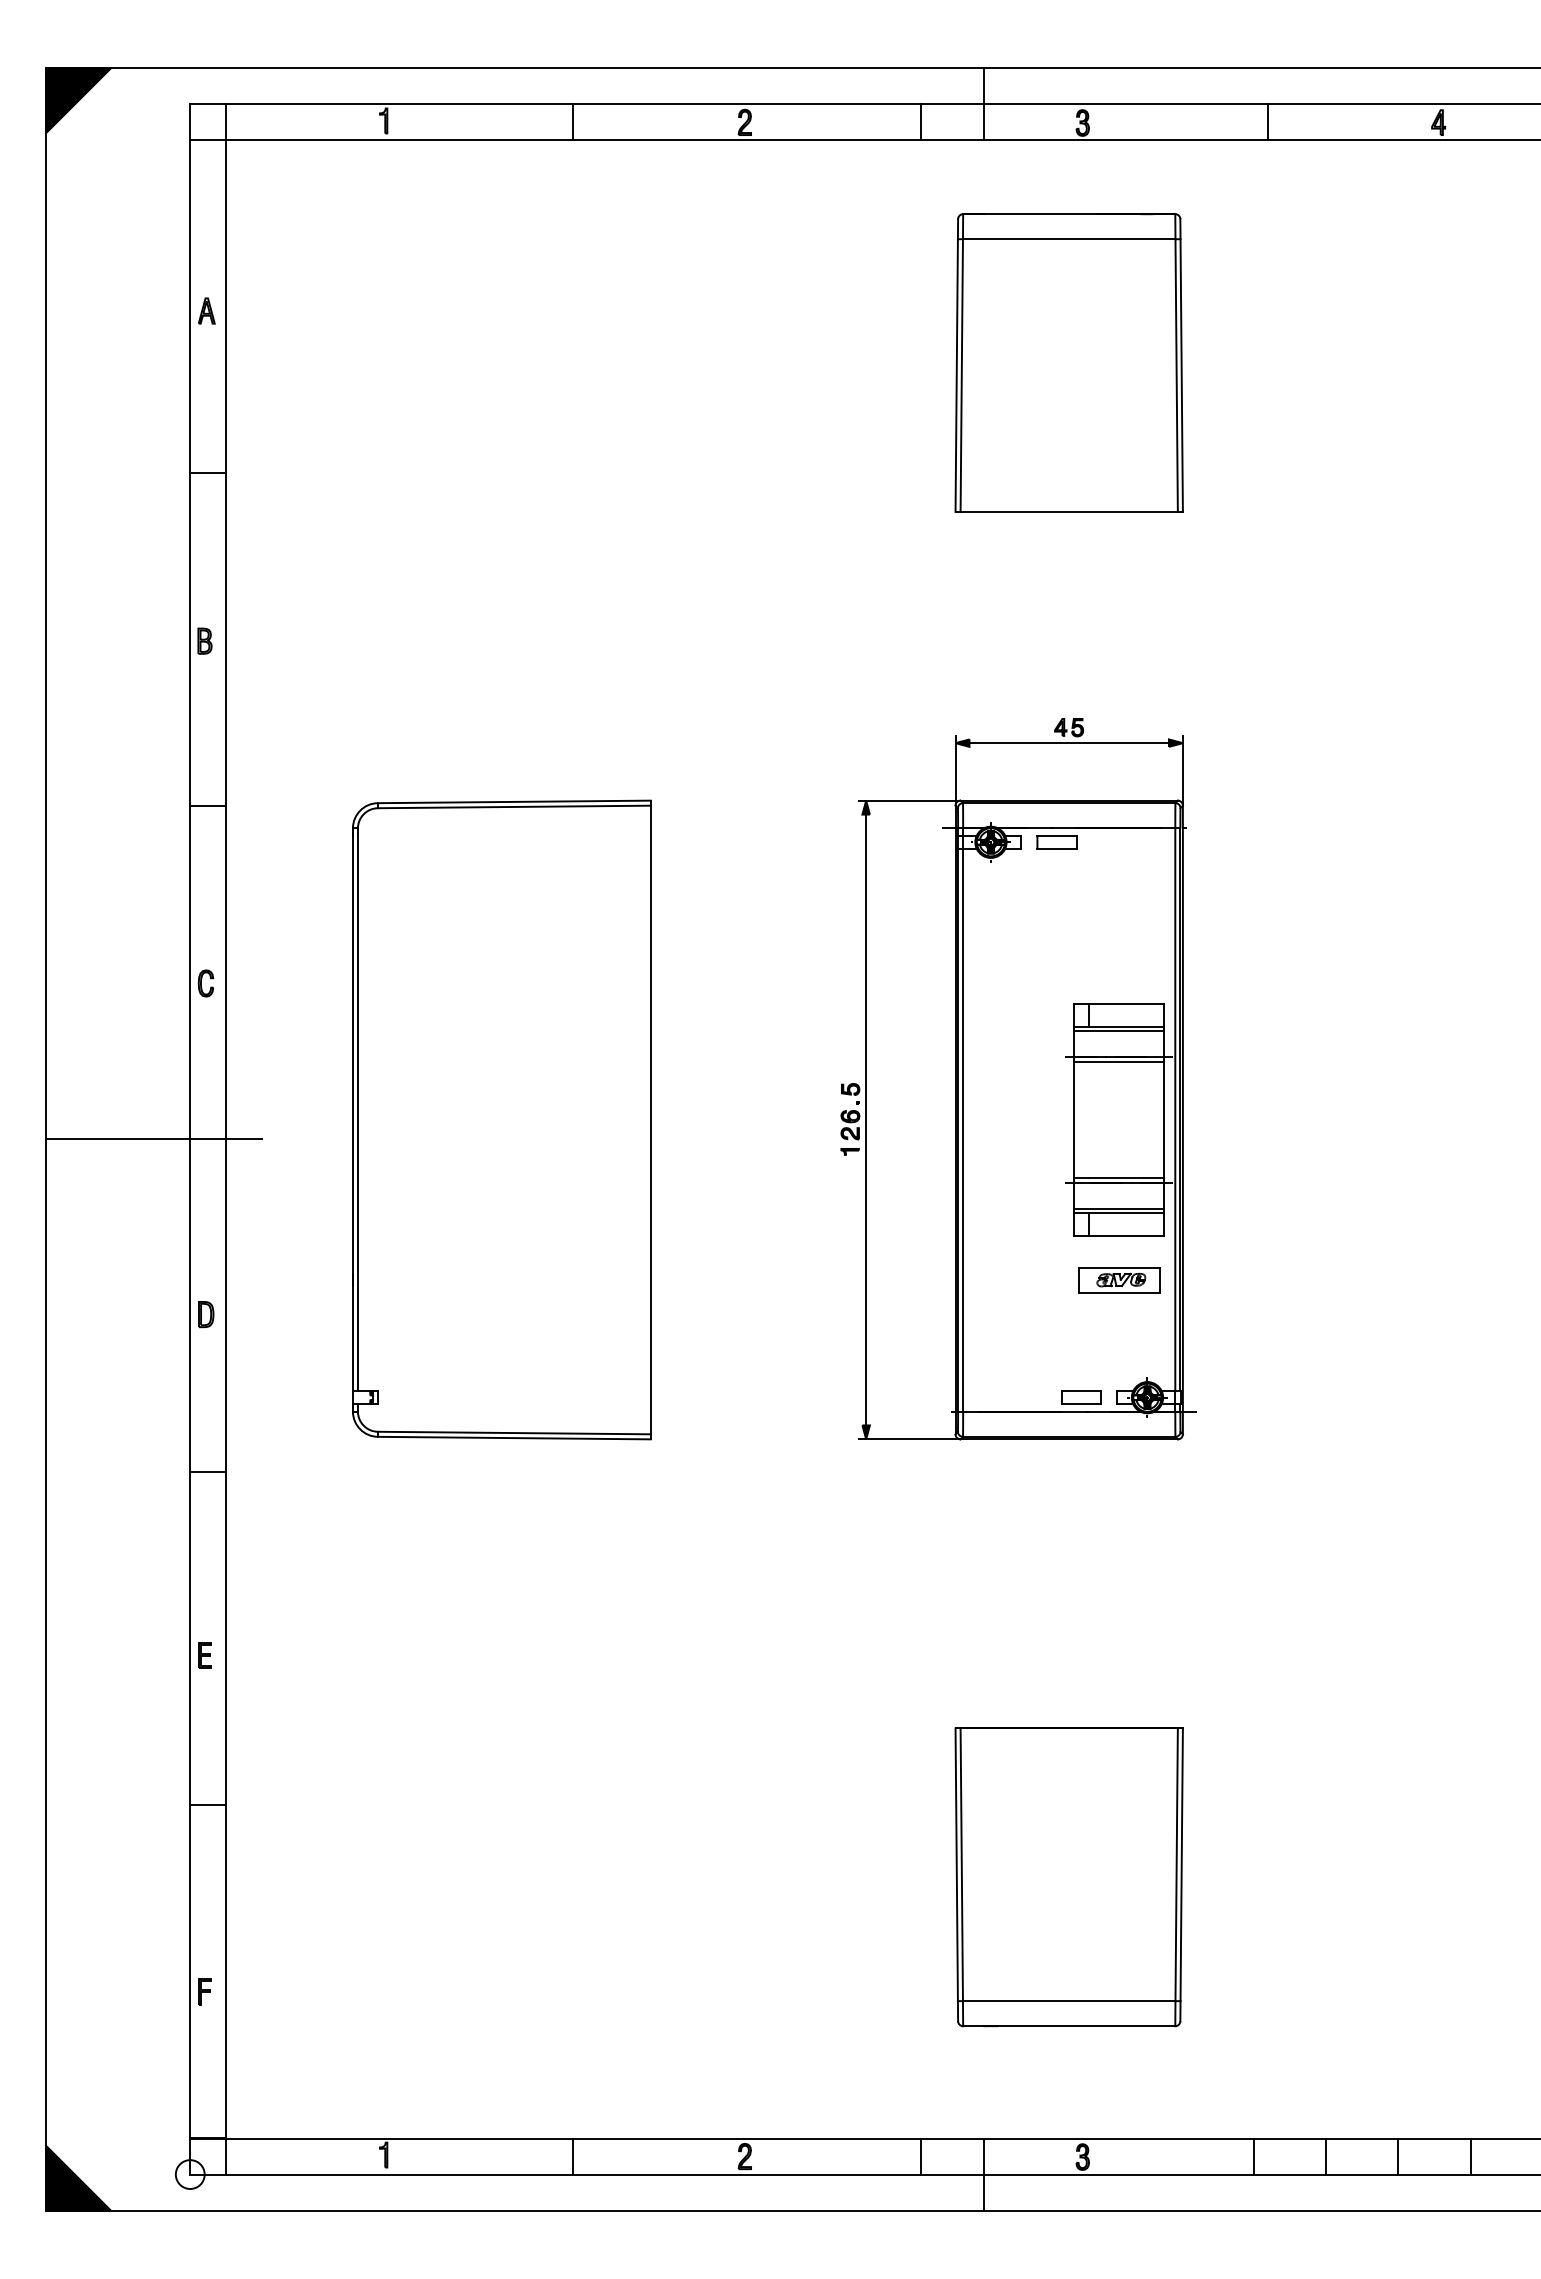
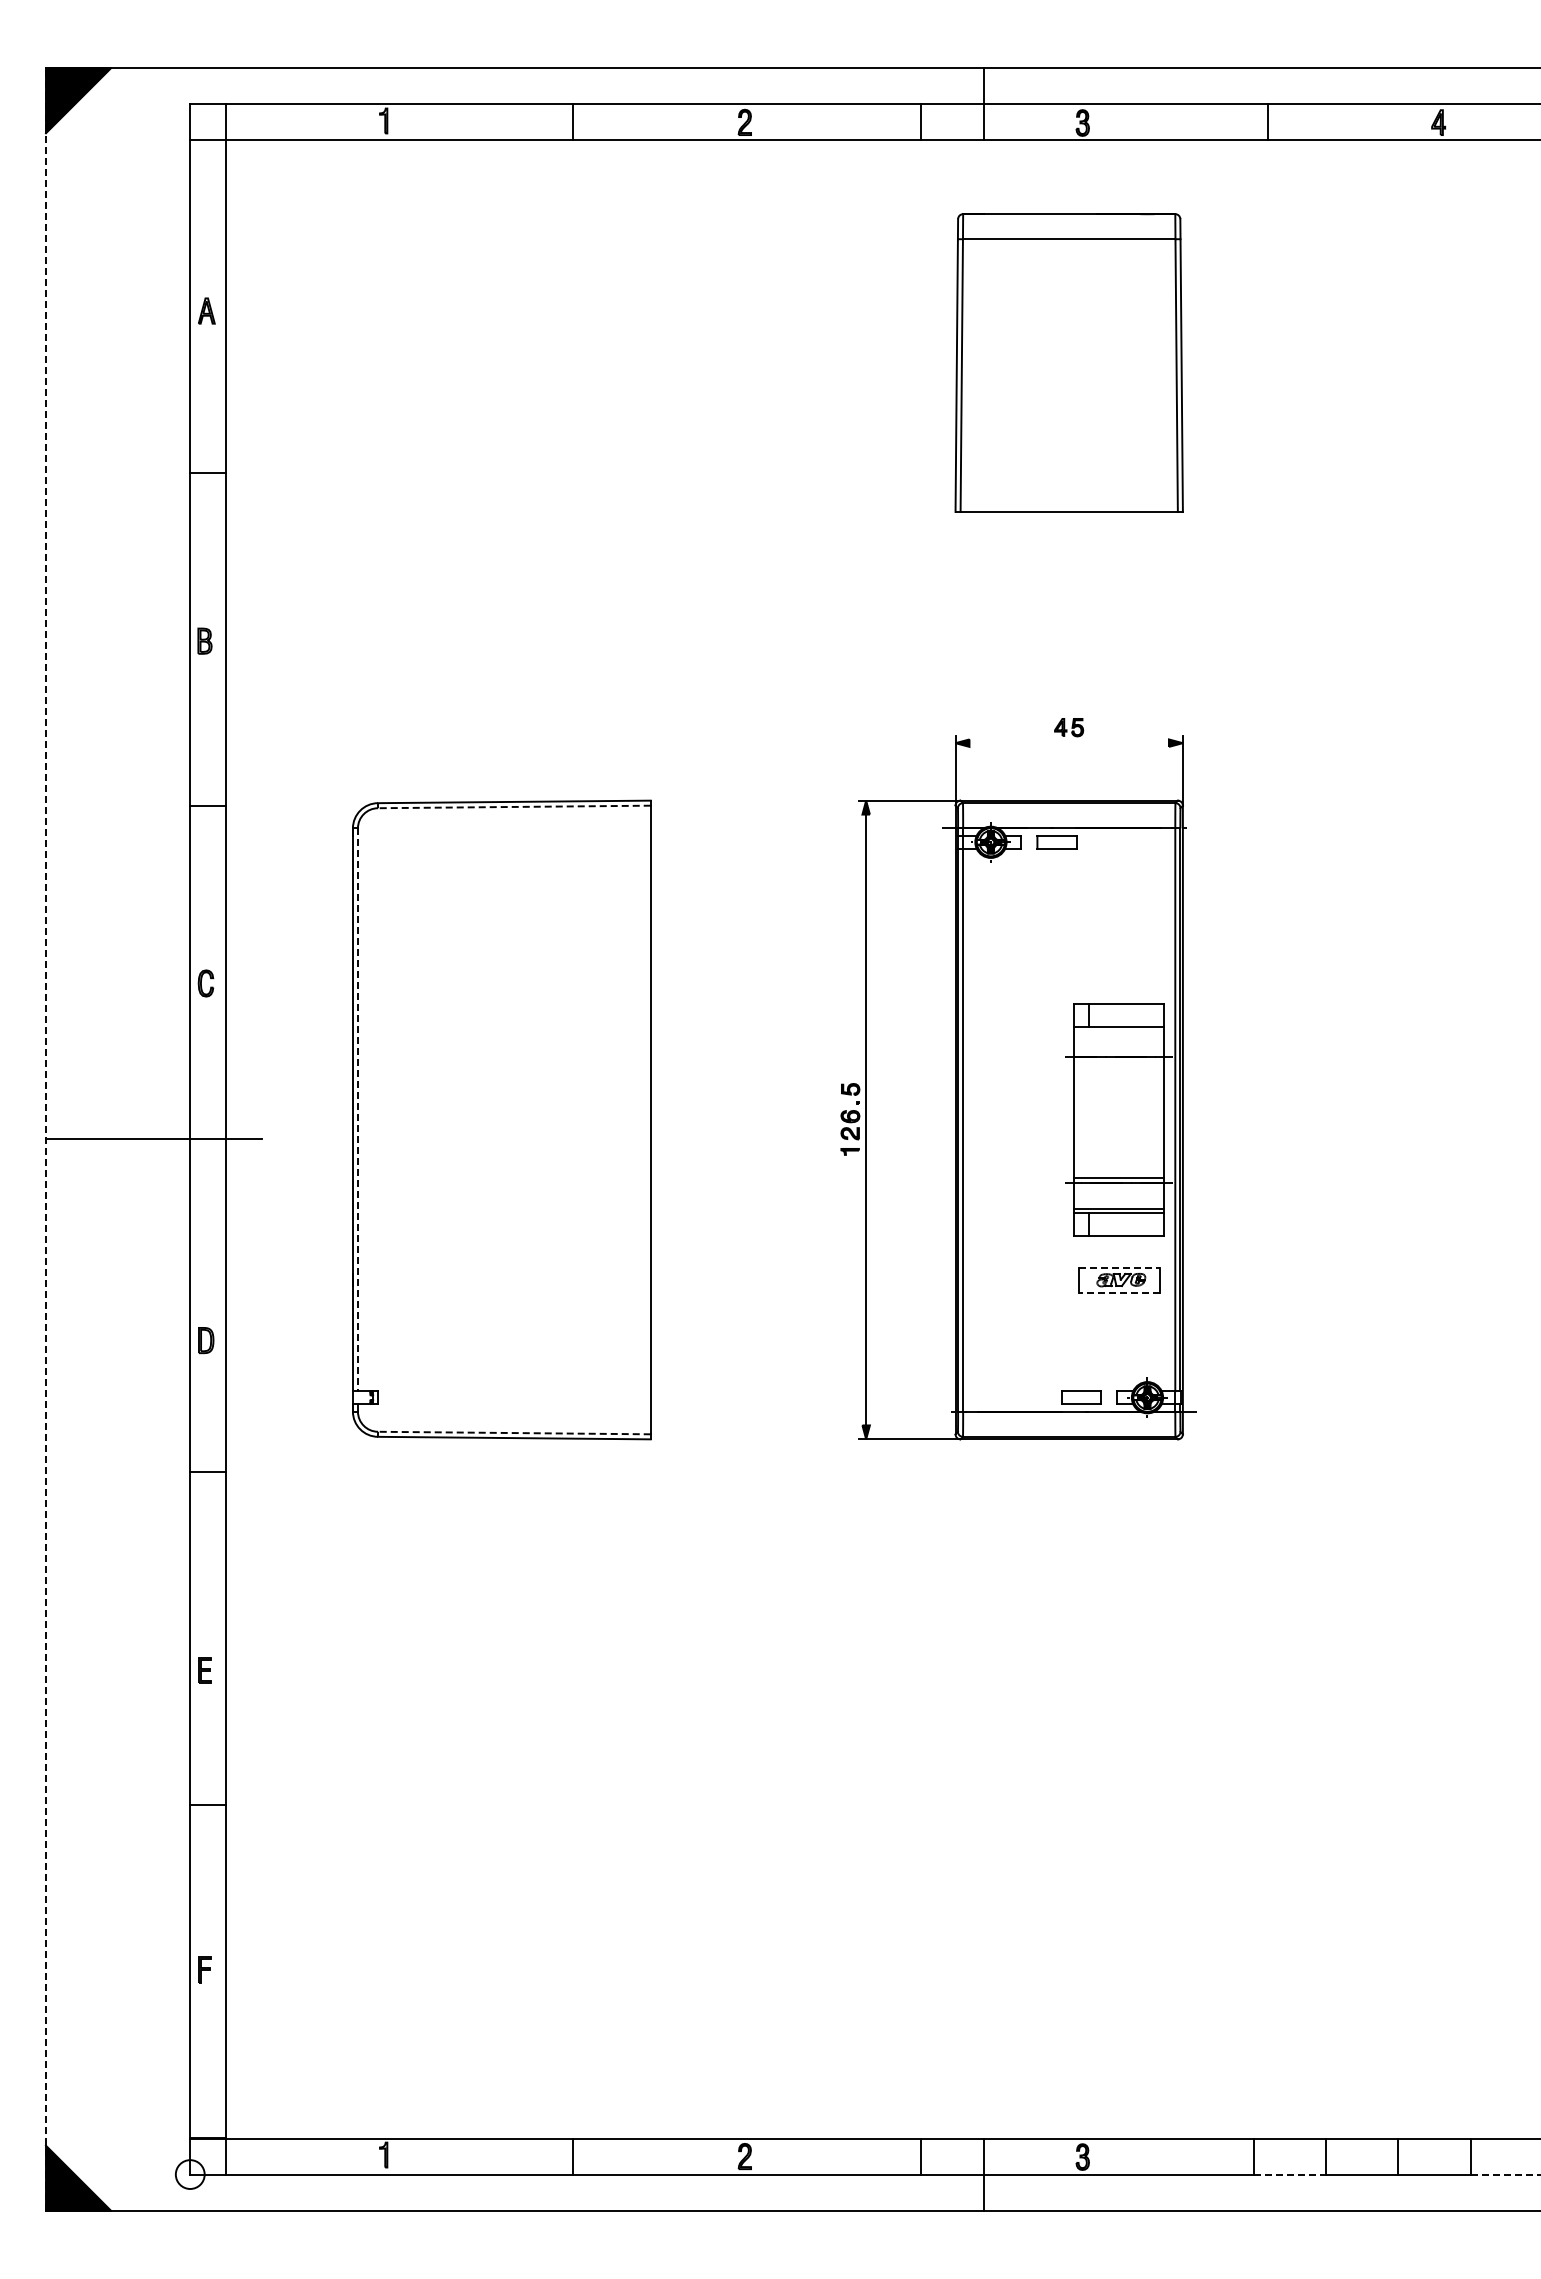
line at (1068, 743): present -> none
line at (513, 806): solid -> dashed
line at (1118, 1031): present -> none
line at (1118, 1061): present -> none
line at (357, 1110): solid -> dashed
line at (46, 1139): solid -> dashed
line at (1120, 1267): solid -> dashed
line at (1119, 1292): solid -> dashed
part at (206, 1314) position: (206, 1314) -> (206, 1340)
line at (513, 1433): solid -> dashed
part at (204, 1655) position: (204, 1655) -> (204, 1670)
part at (1068, 1877): present -> none
part at (204, 1991) position: (204, 1991) -> (204, 1969)
line at (1290, 2174): solid -> dashed
line at (1506, 2174): solid -> dashed
